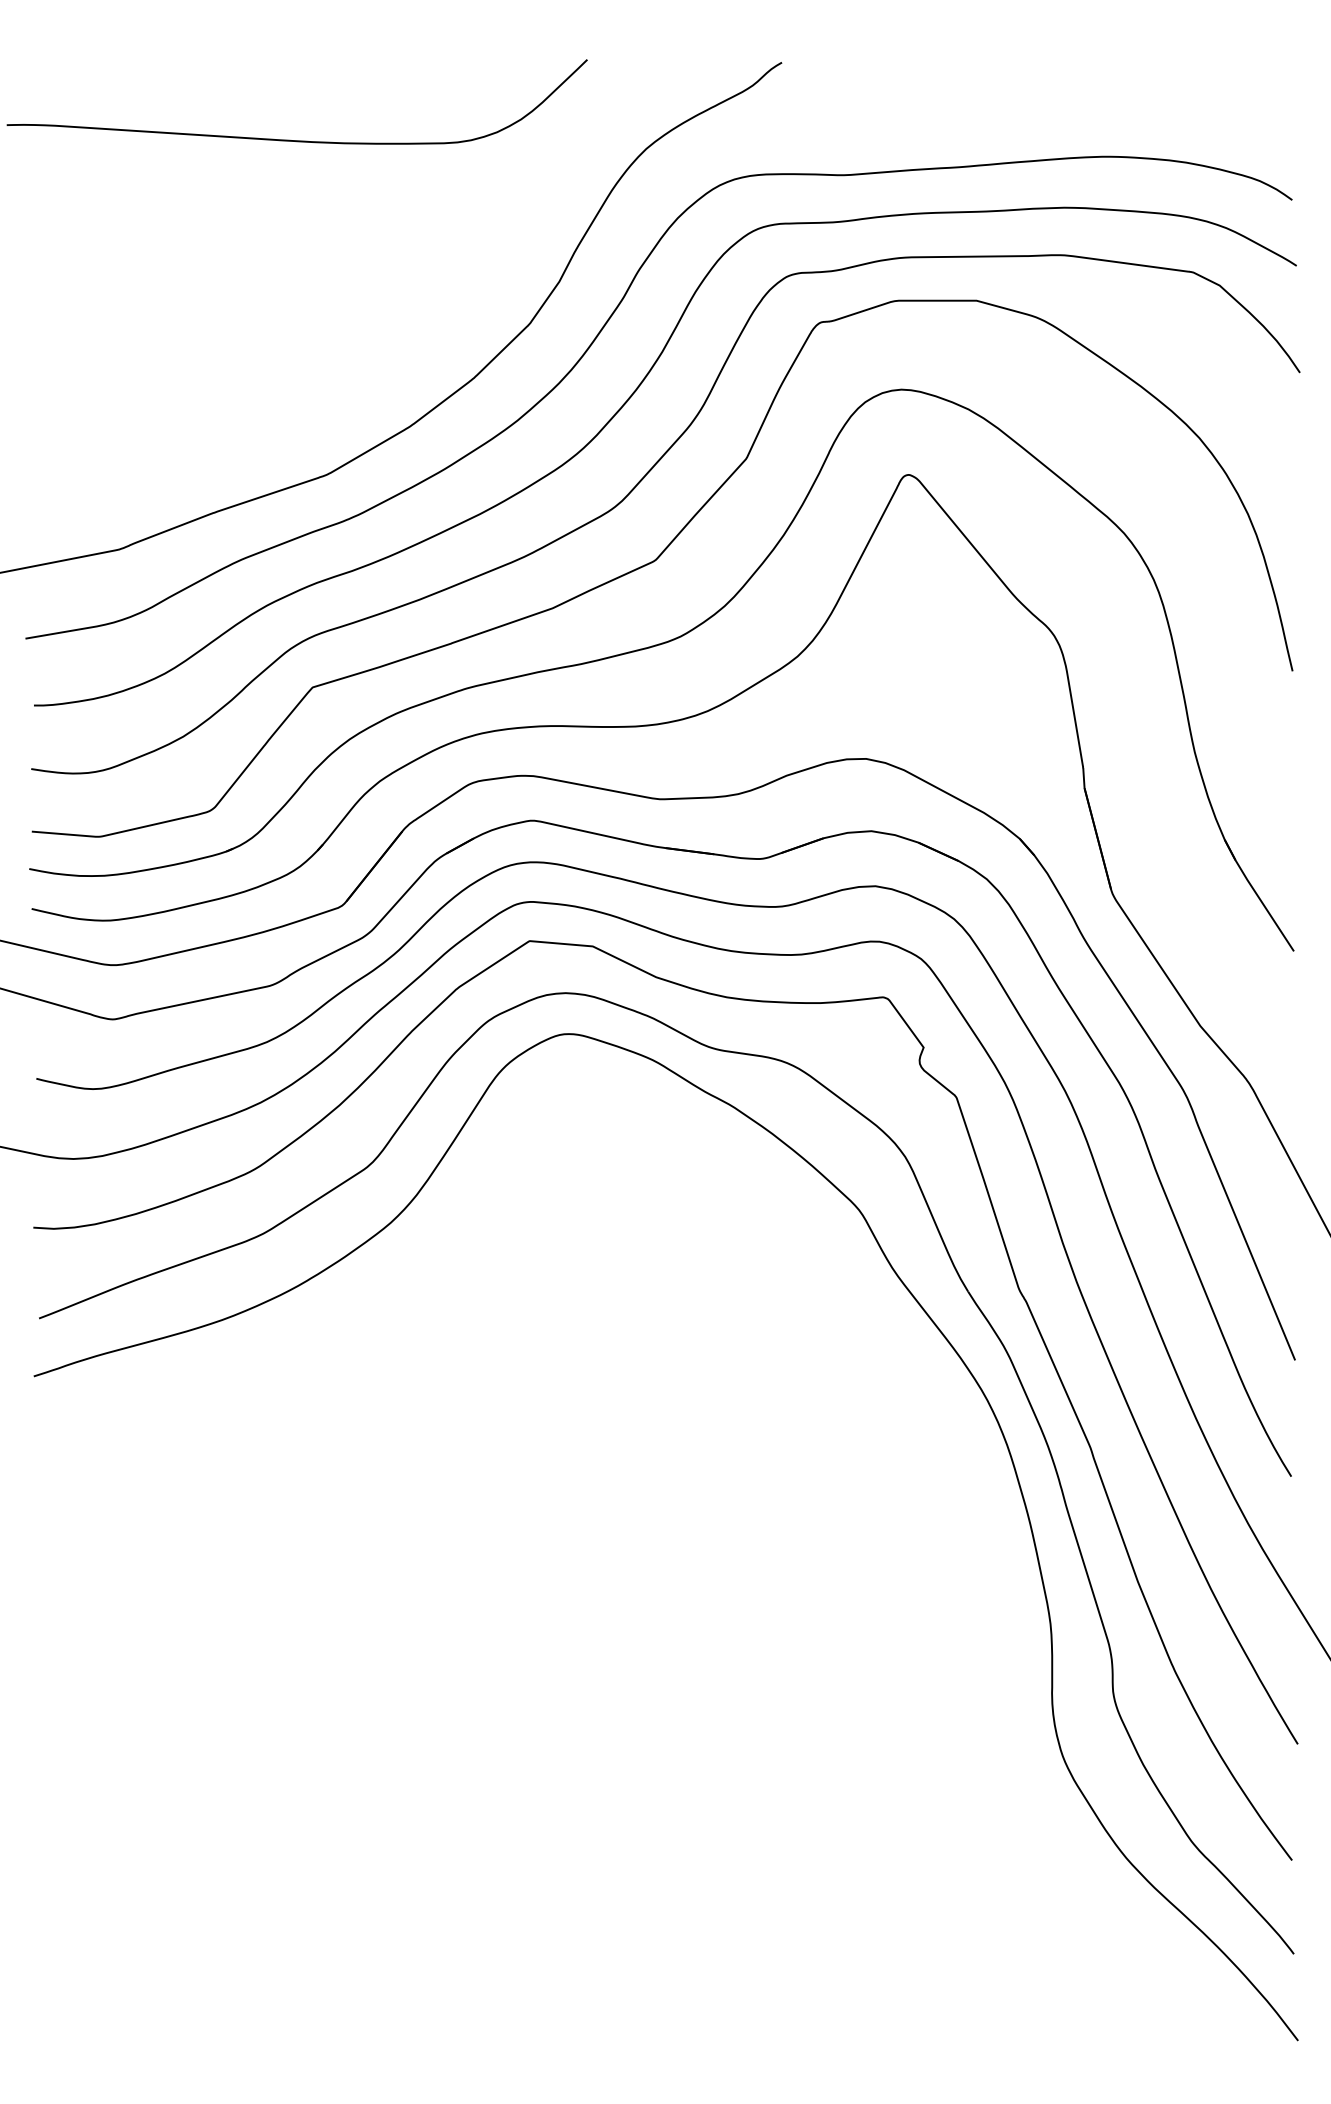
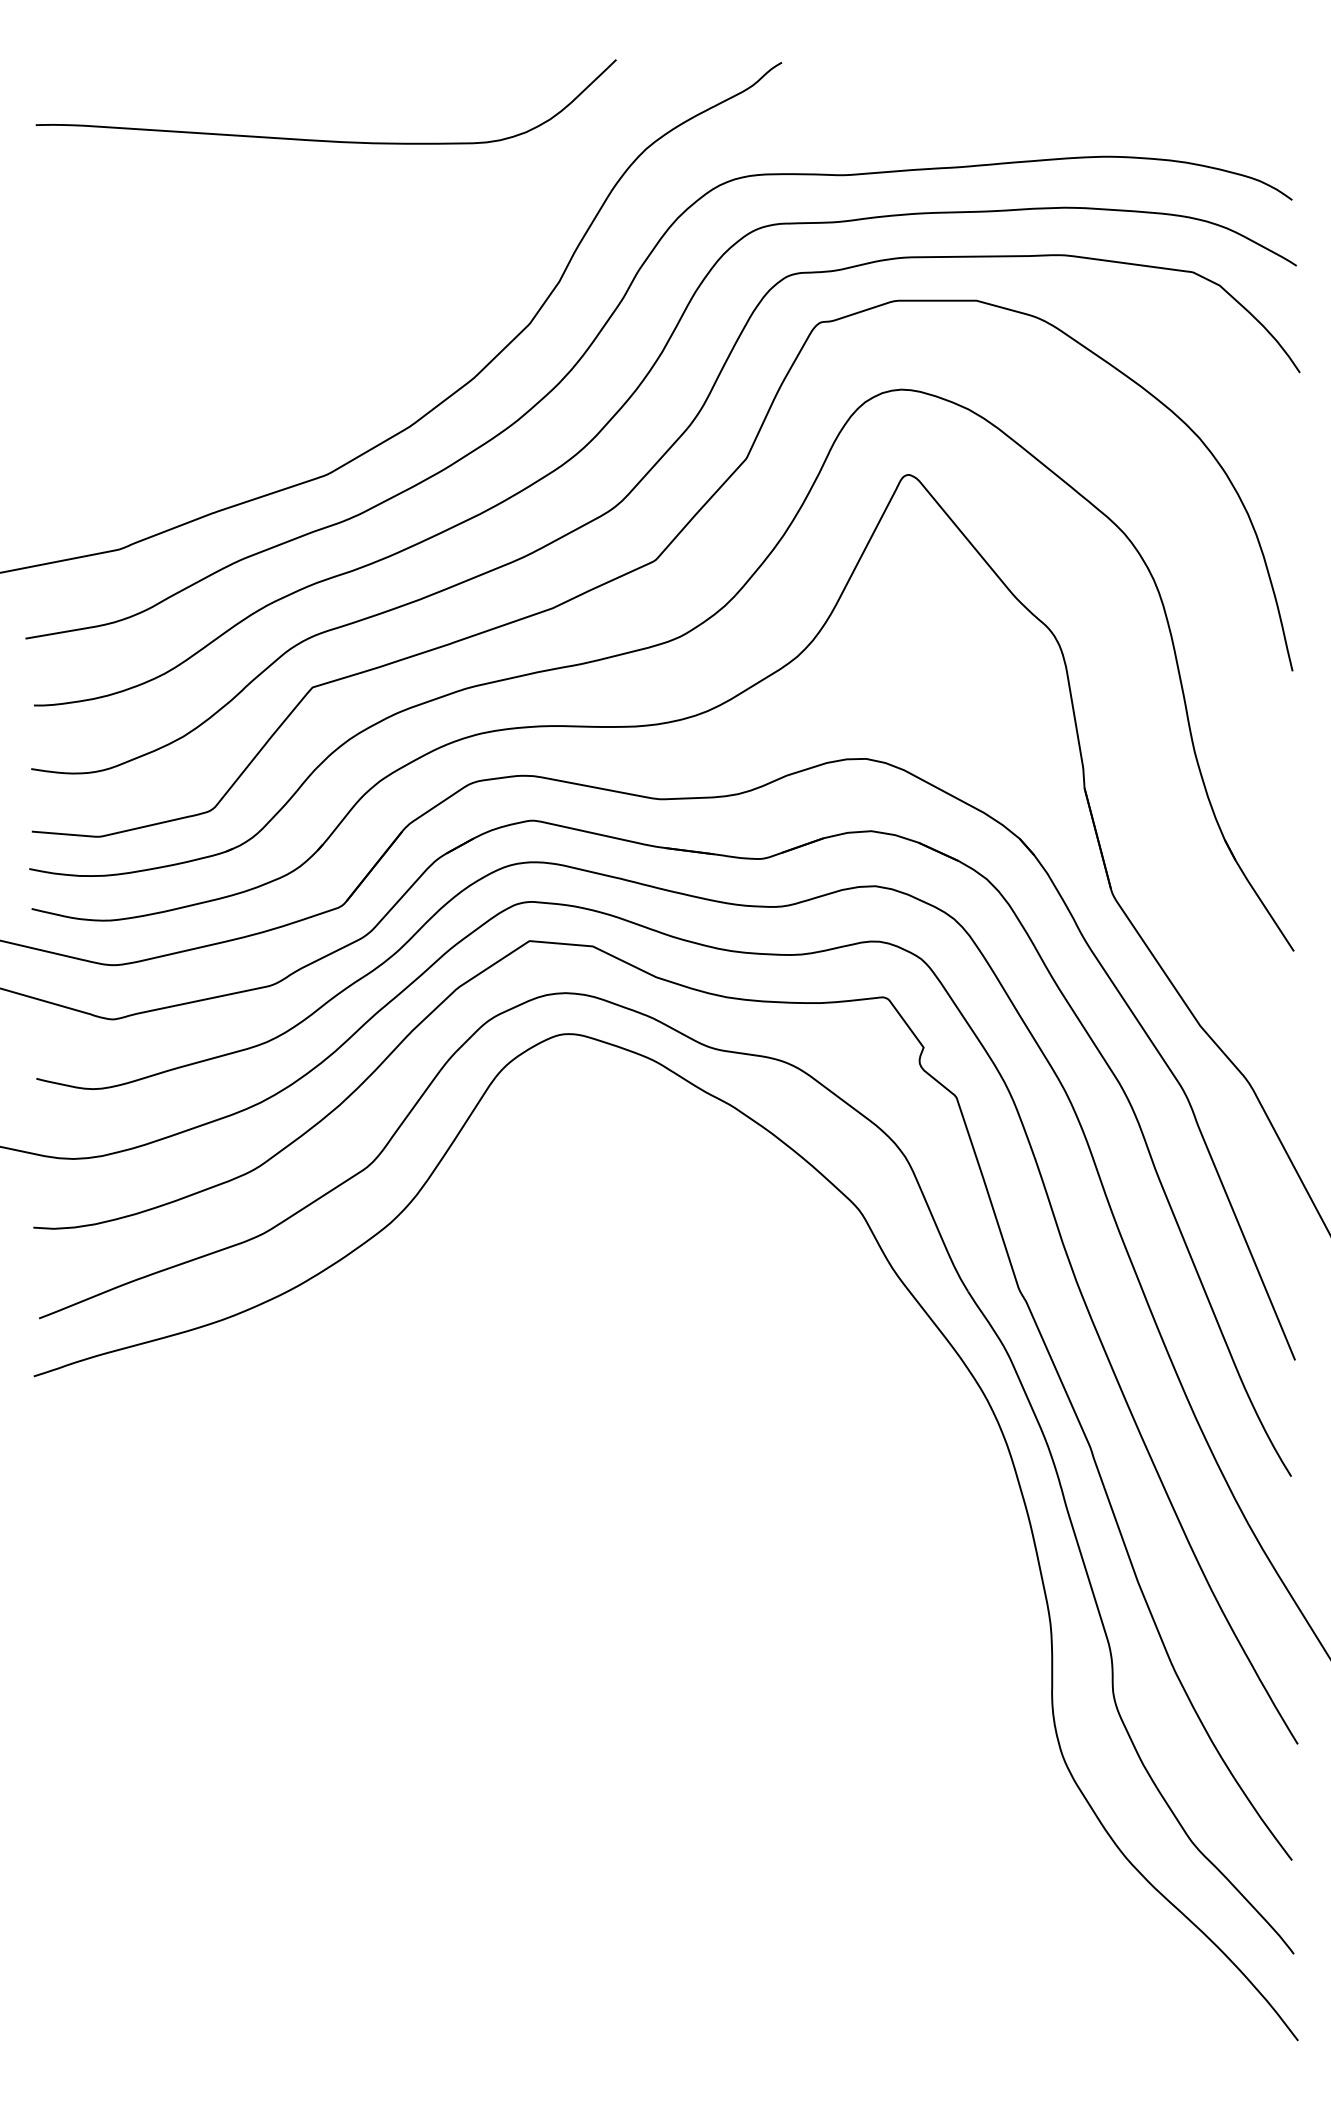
curve at (290, 139) position: (290, 139) -> (319, 139)
